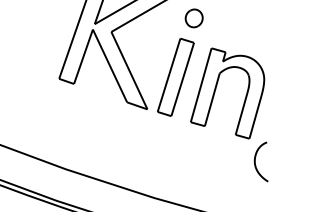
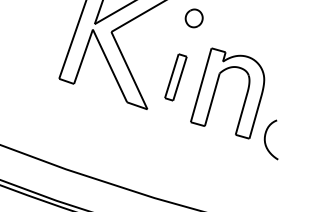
part at (175, 77) size: 38x79 px -> 24x49 px
curve at (255, 161) position: (255, 161) -> (265, 139)
